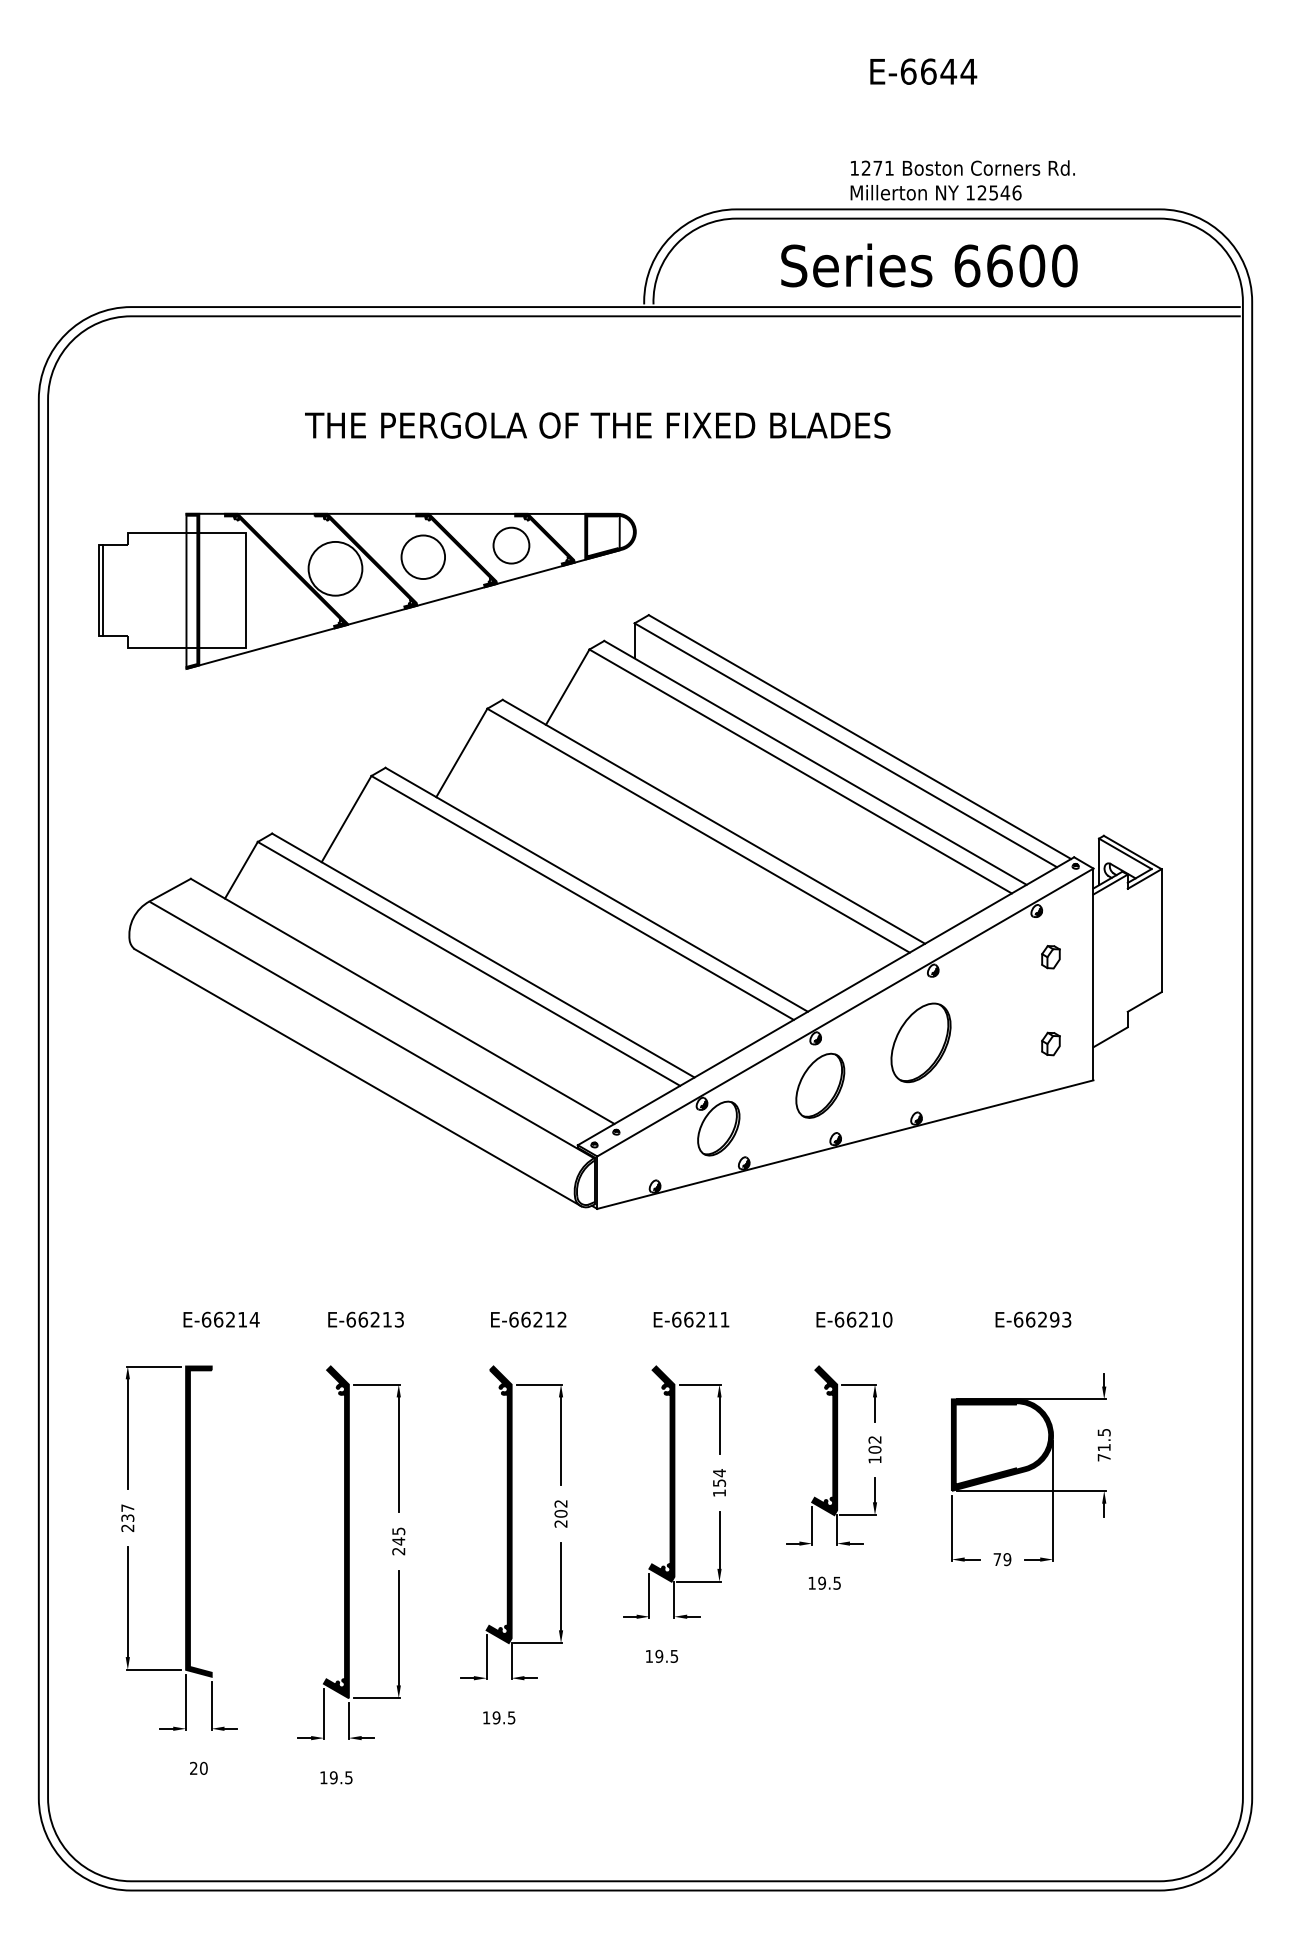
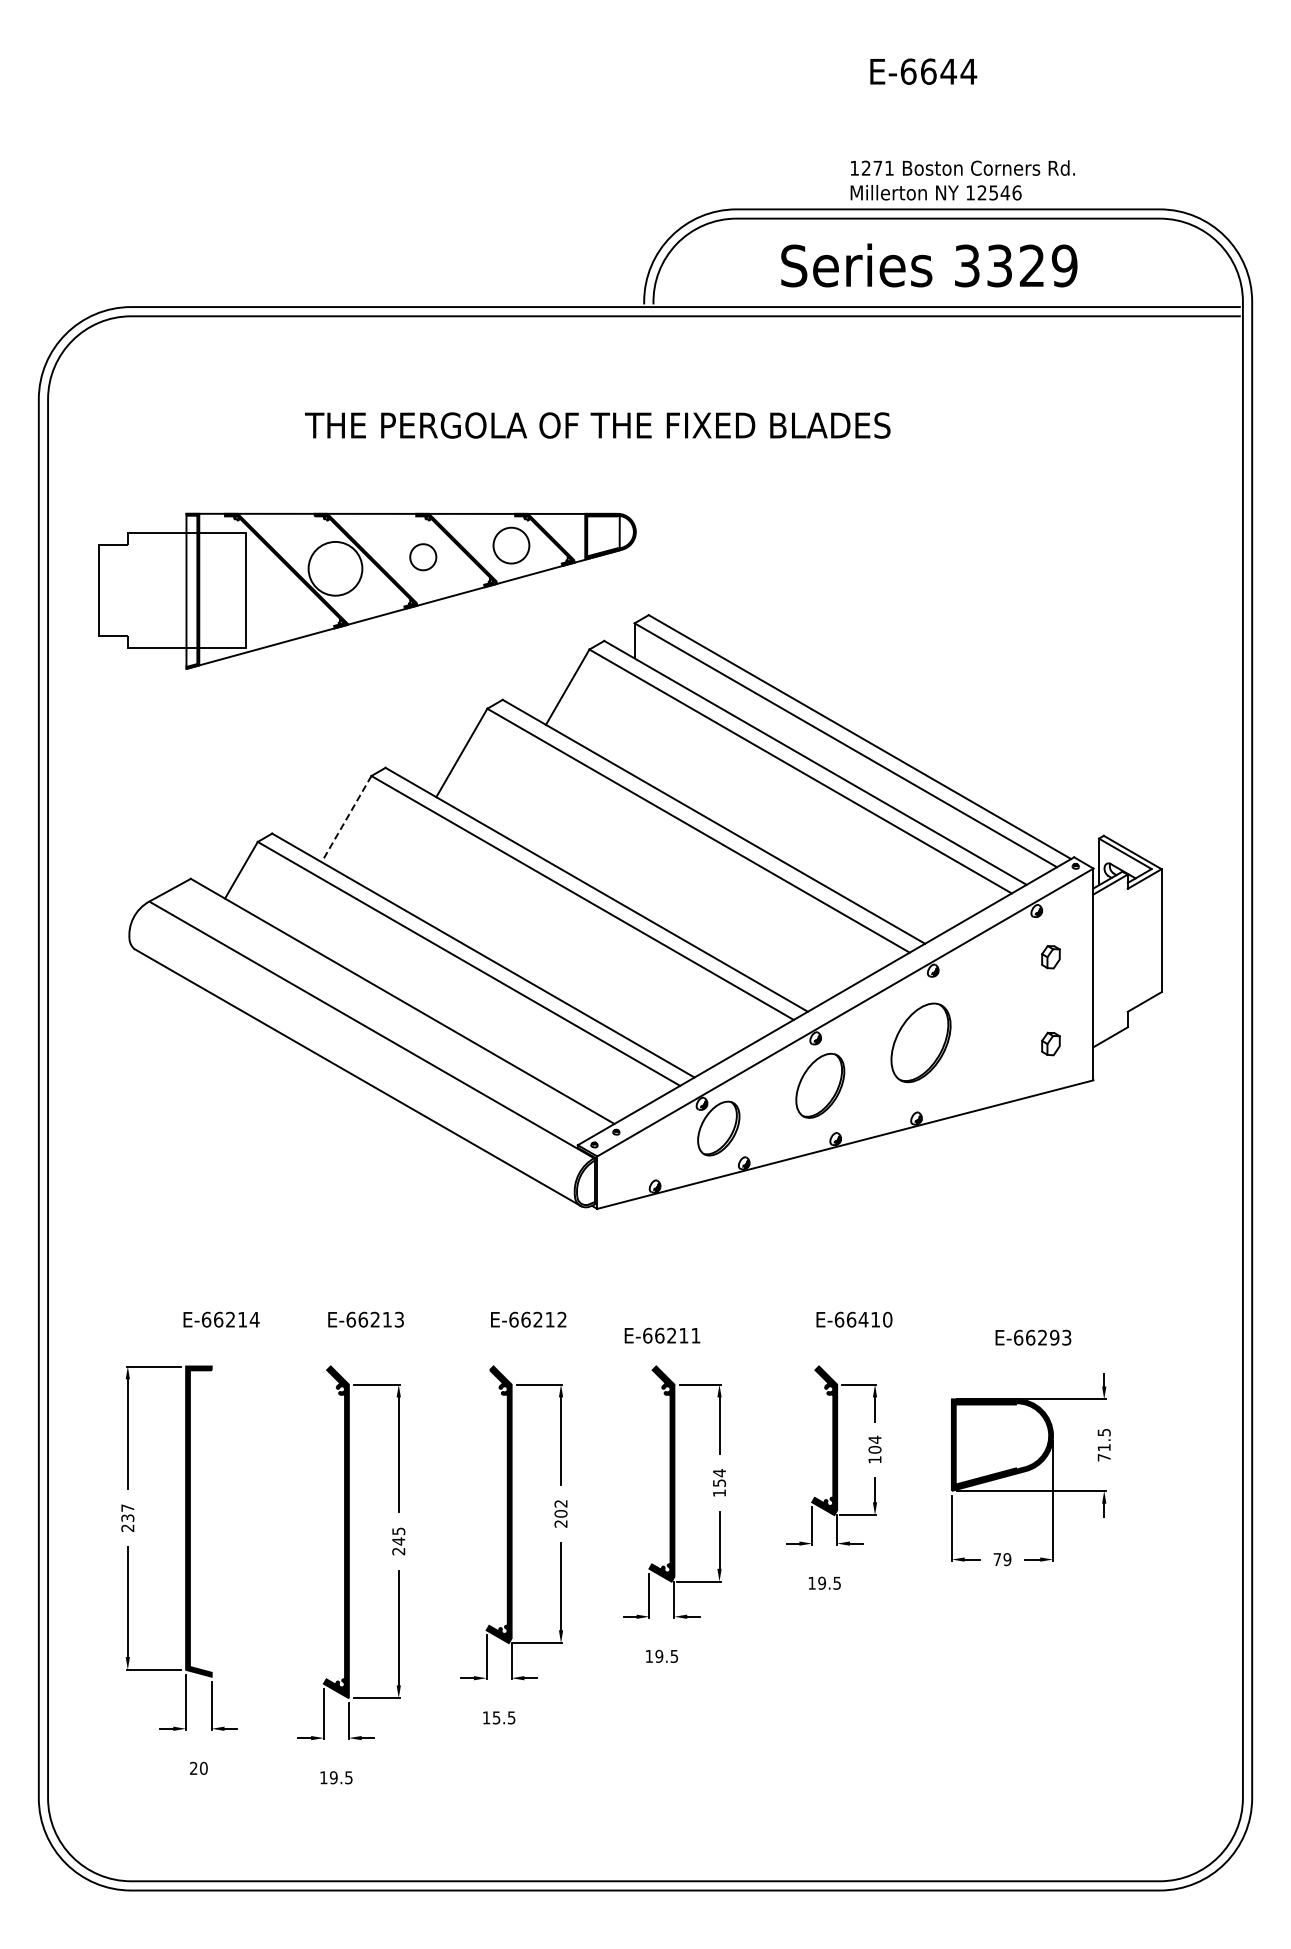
text at (1015, 265): 6600 -> 3329
circle at (423, 557) diameter: 44 px -> 26 px
line at (103, 590): present -> none
line at (346, 819): solid -> dashed
text at (691, 1319) position: (691, 1319) -> (662, 1335)
text at (863, 1319): E-66210 -> E-66410
text at (1033, 1319) position: (1033, 1319) -> (1033, 1337)
text at (874, 1439): 102 -> 104
text at (496, 1717): 19.5 -> 15.5
